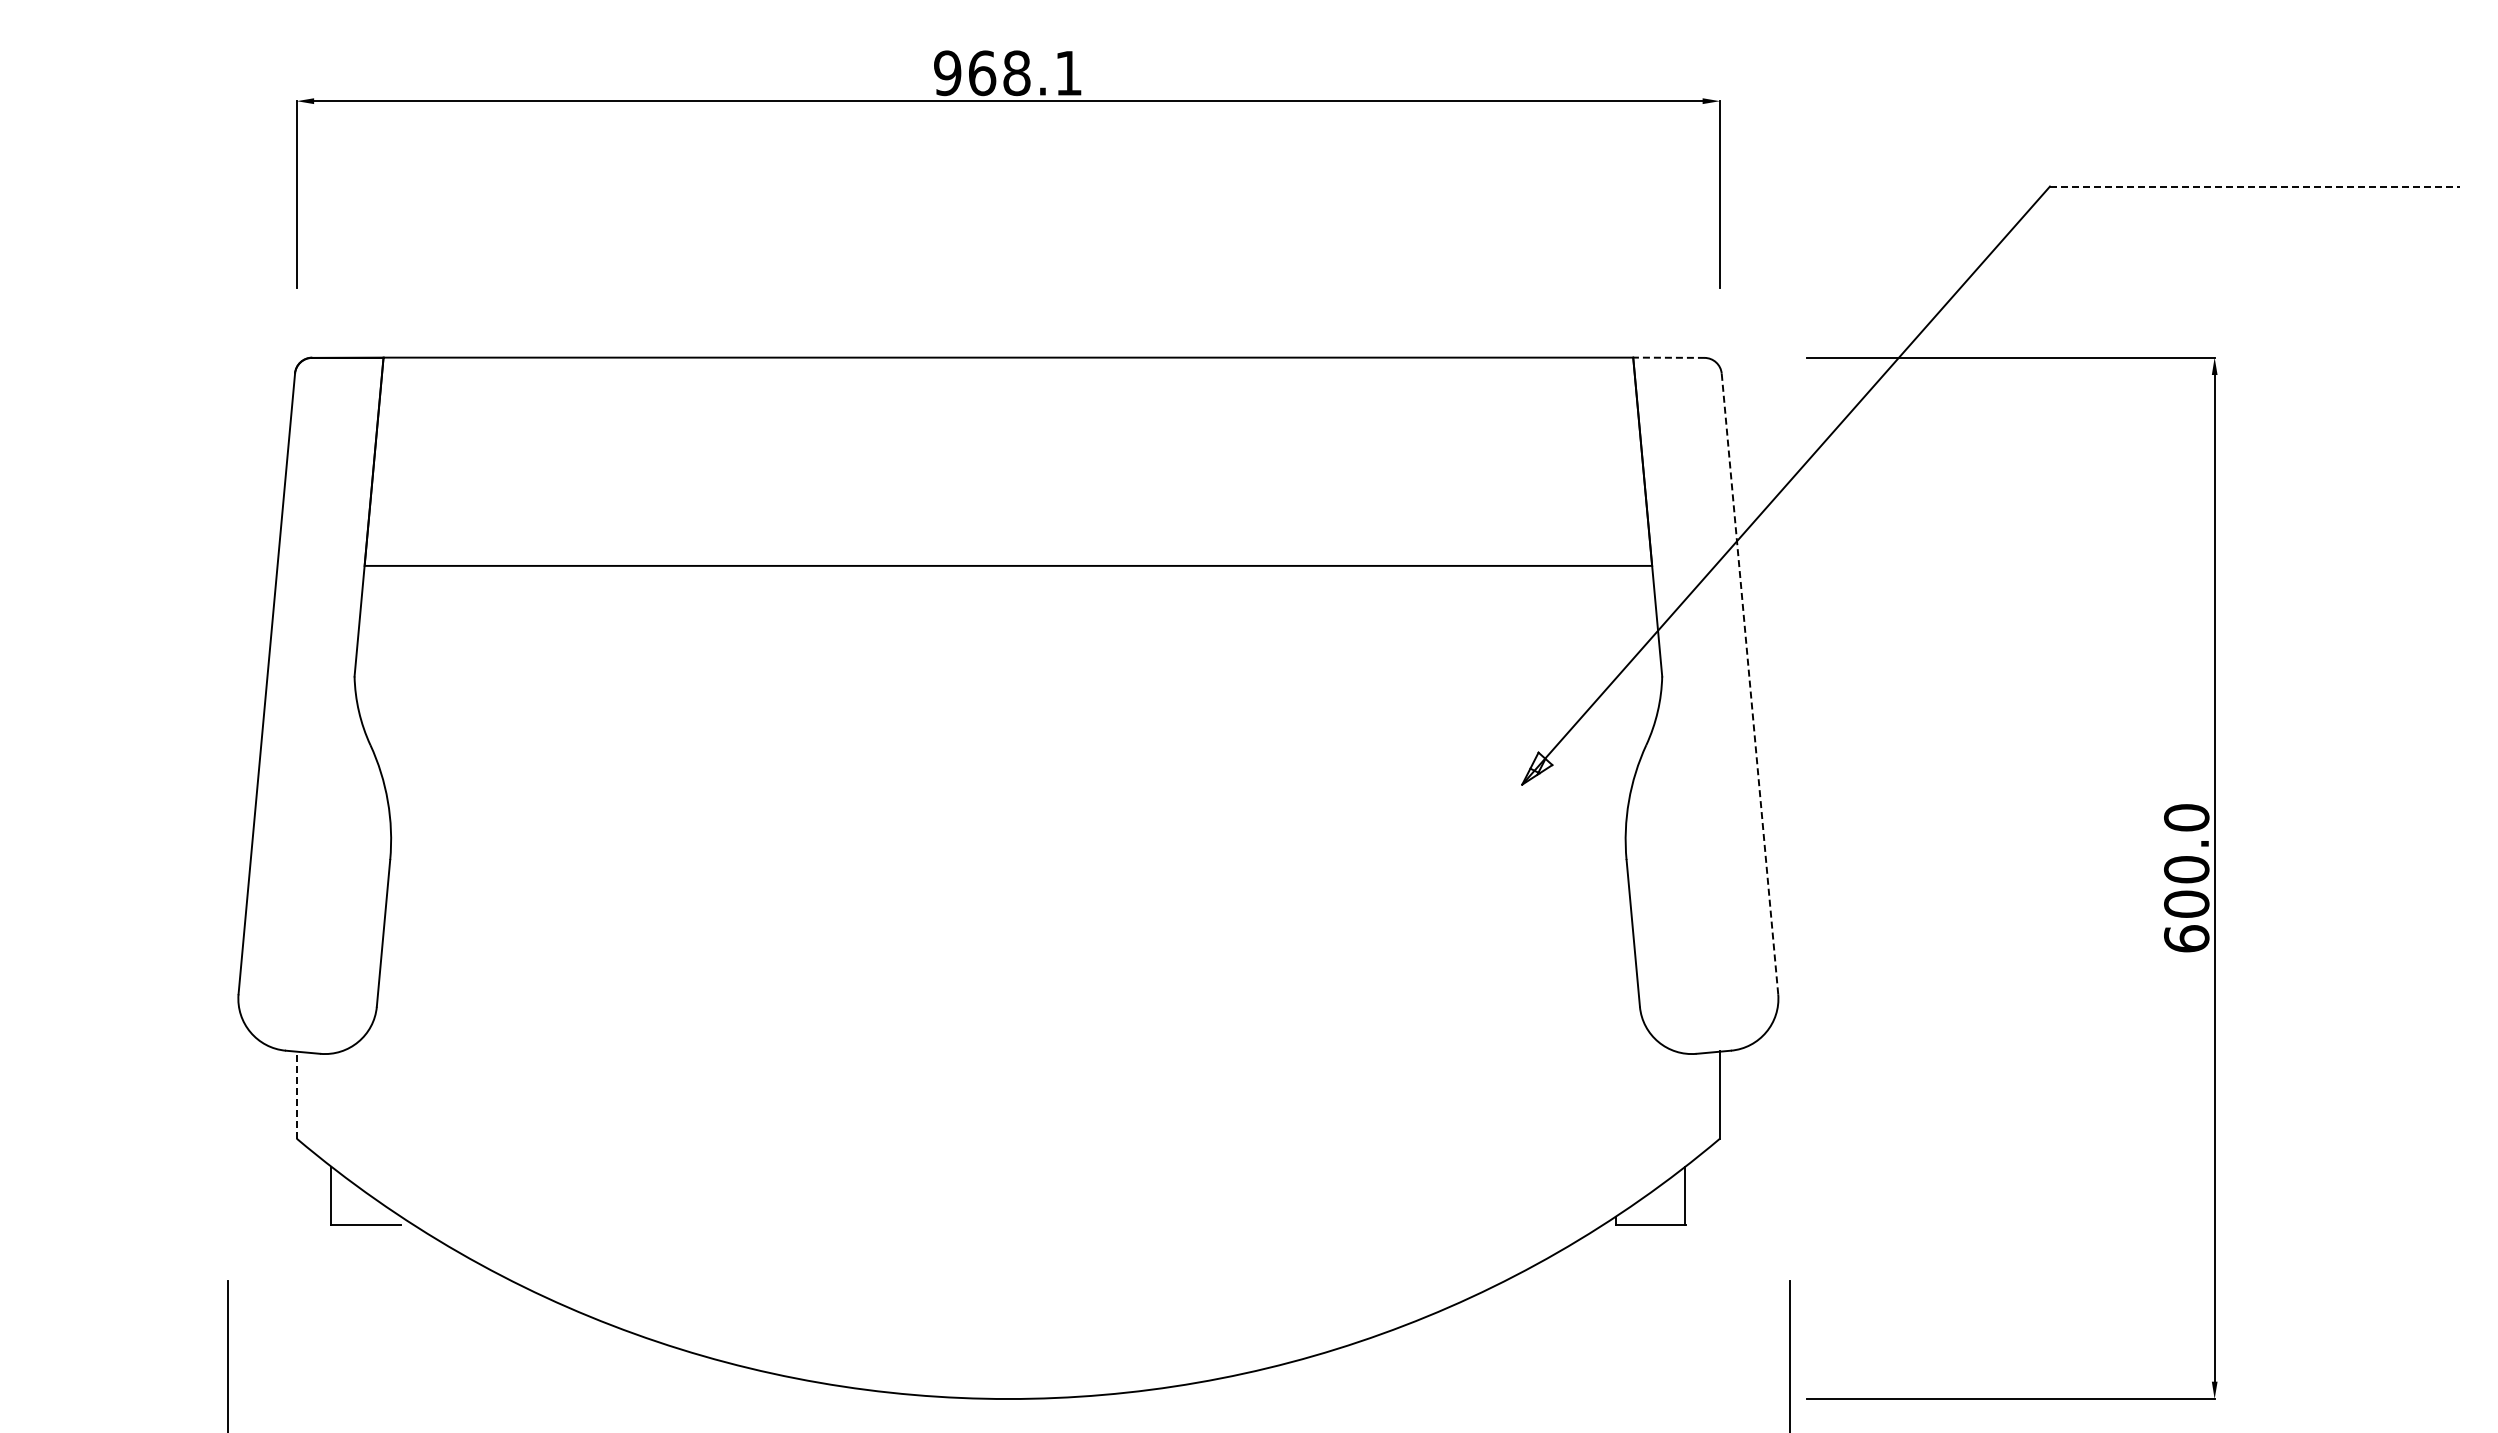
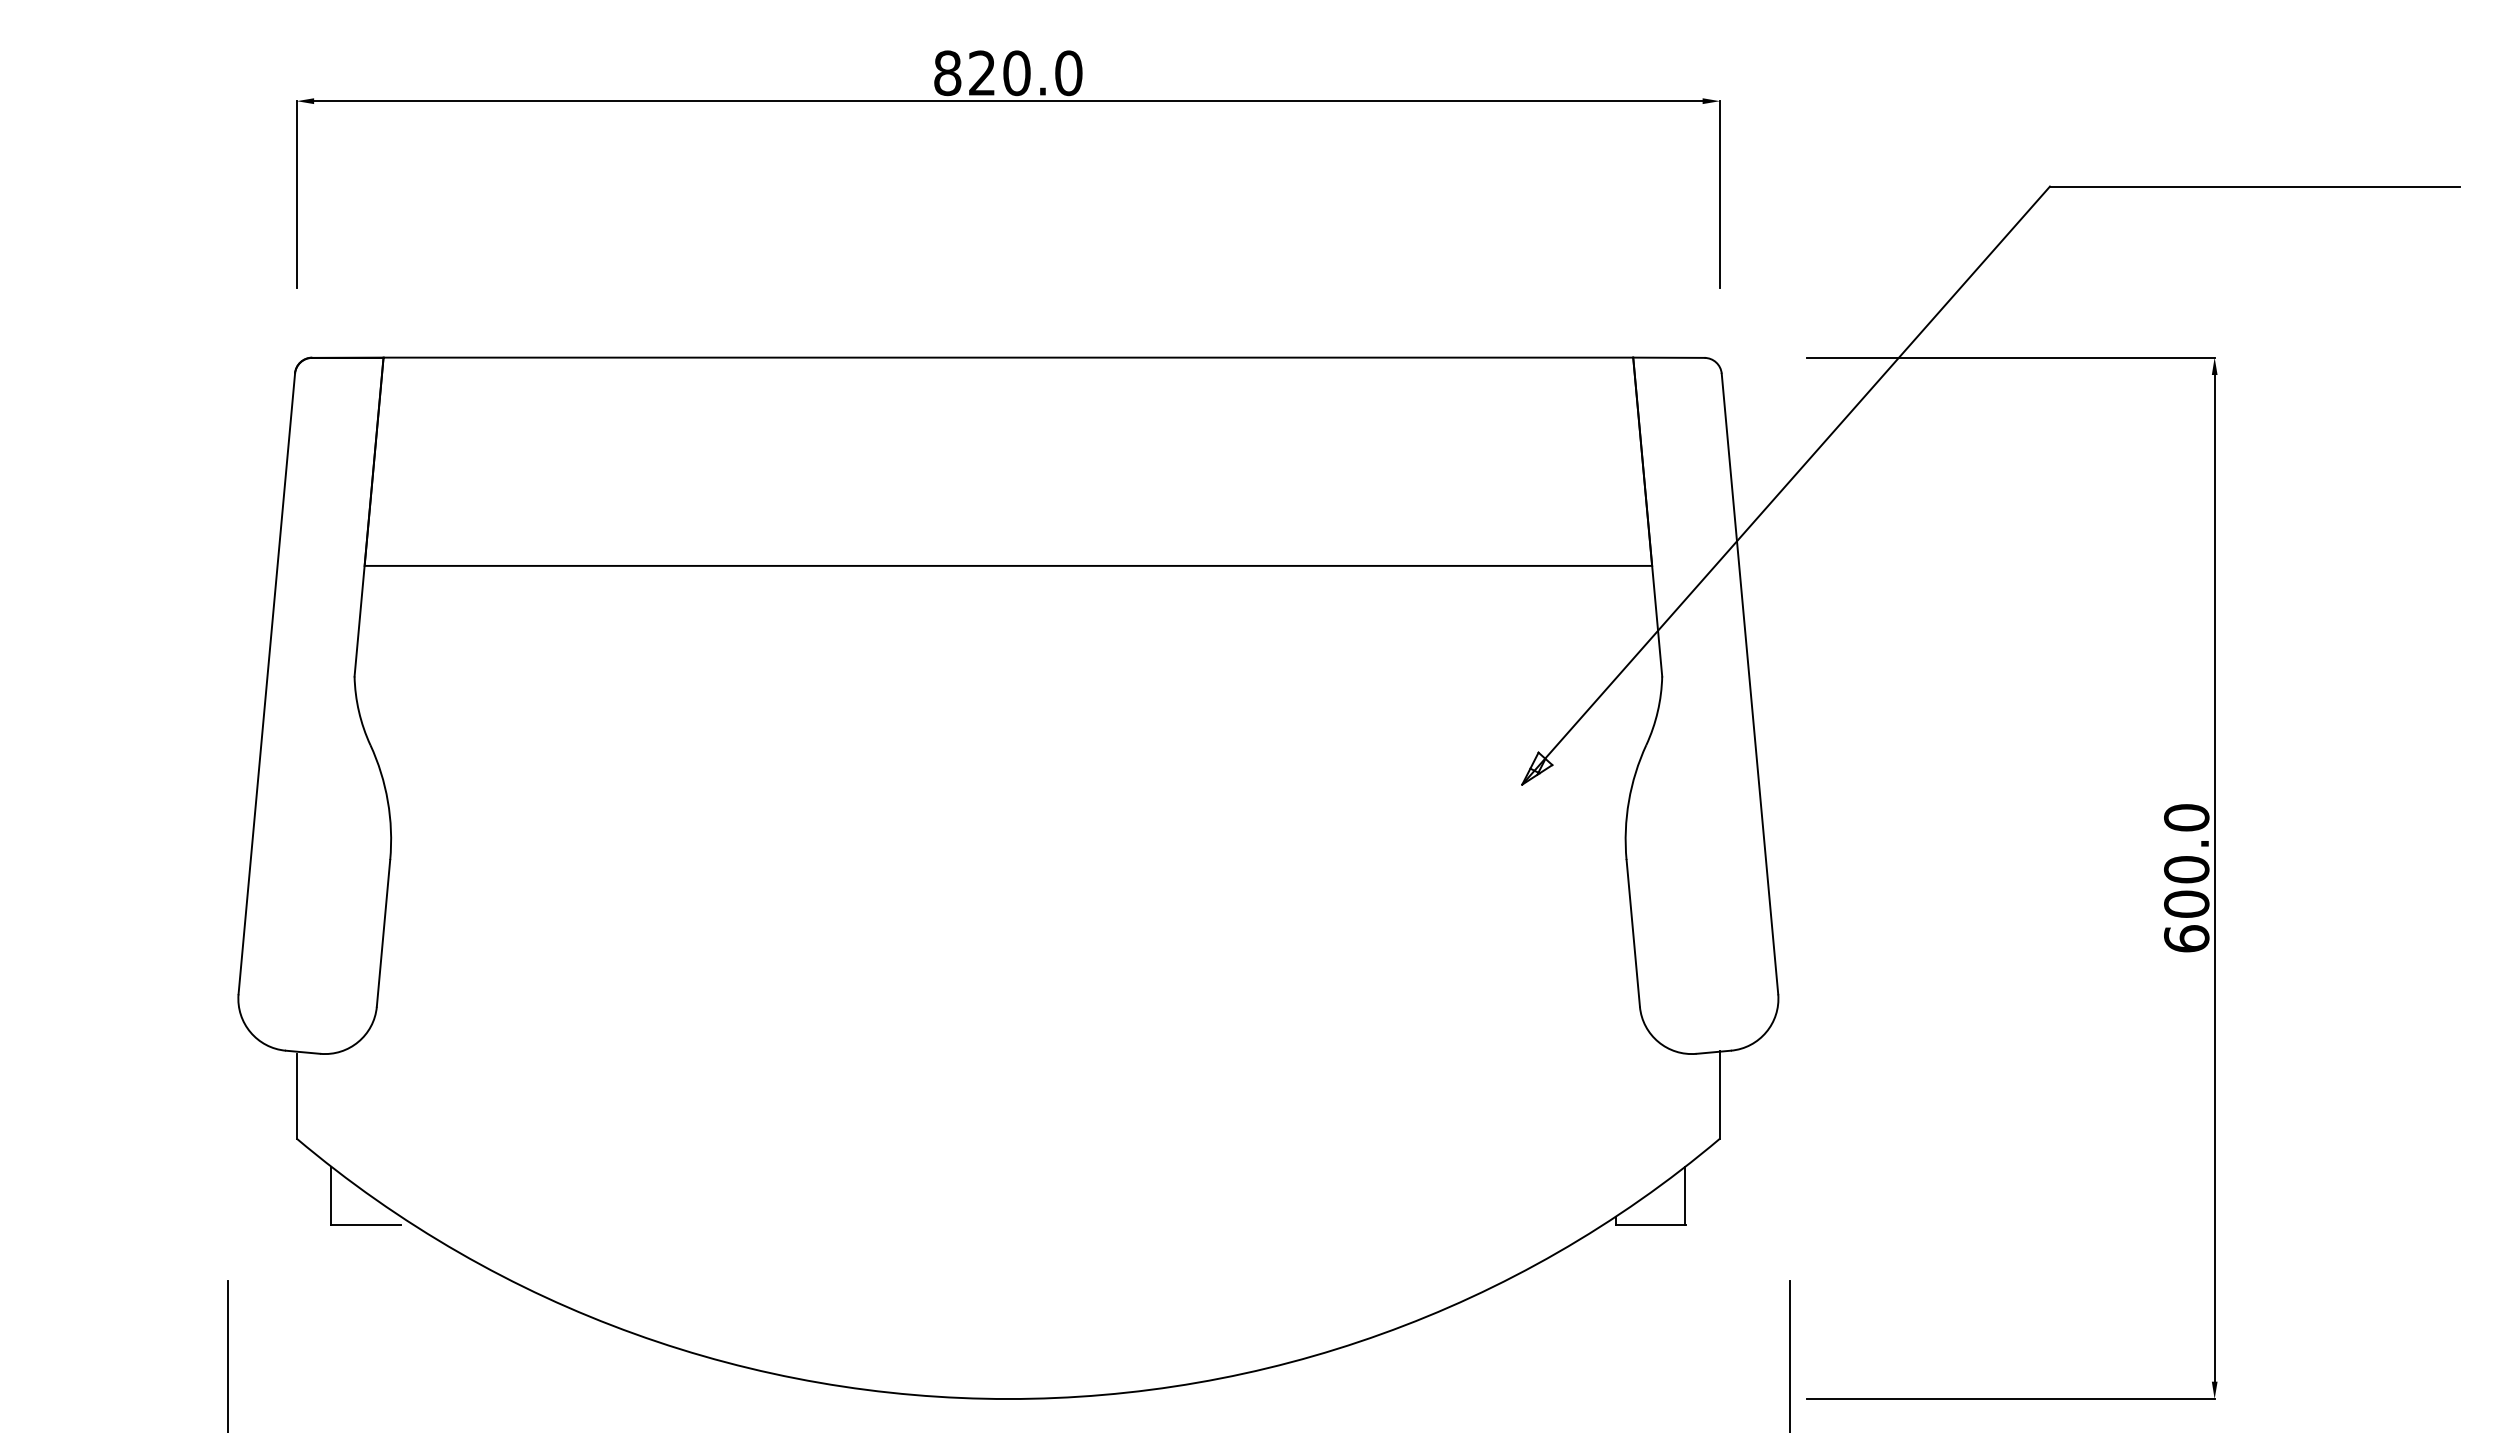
text at (1008, 73): 968.1 -> 820.0
line at (2255, 186): dashed -> solid
line at (1669, 357): dashed -> solid
line at (1749, 684): dashed -> solid
line at (296, 1095): dashed -> solid
